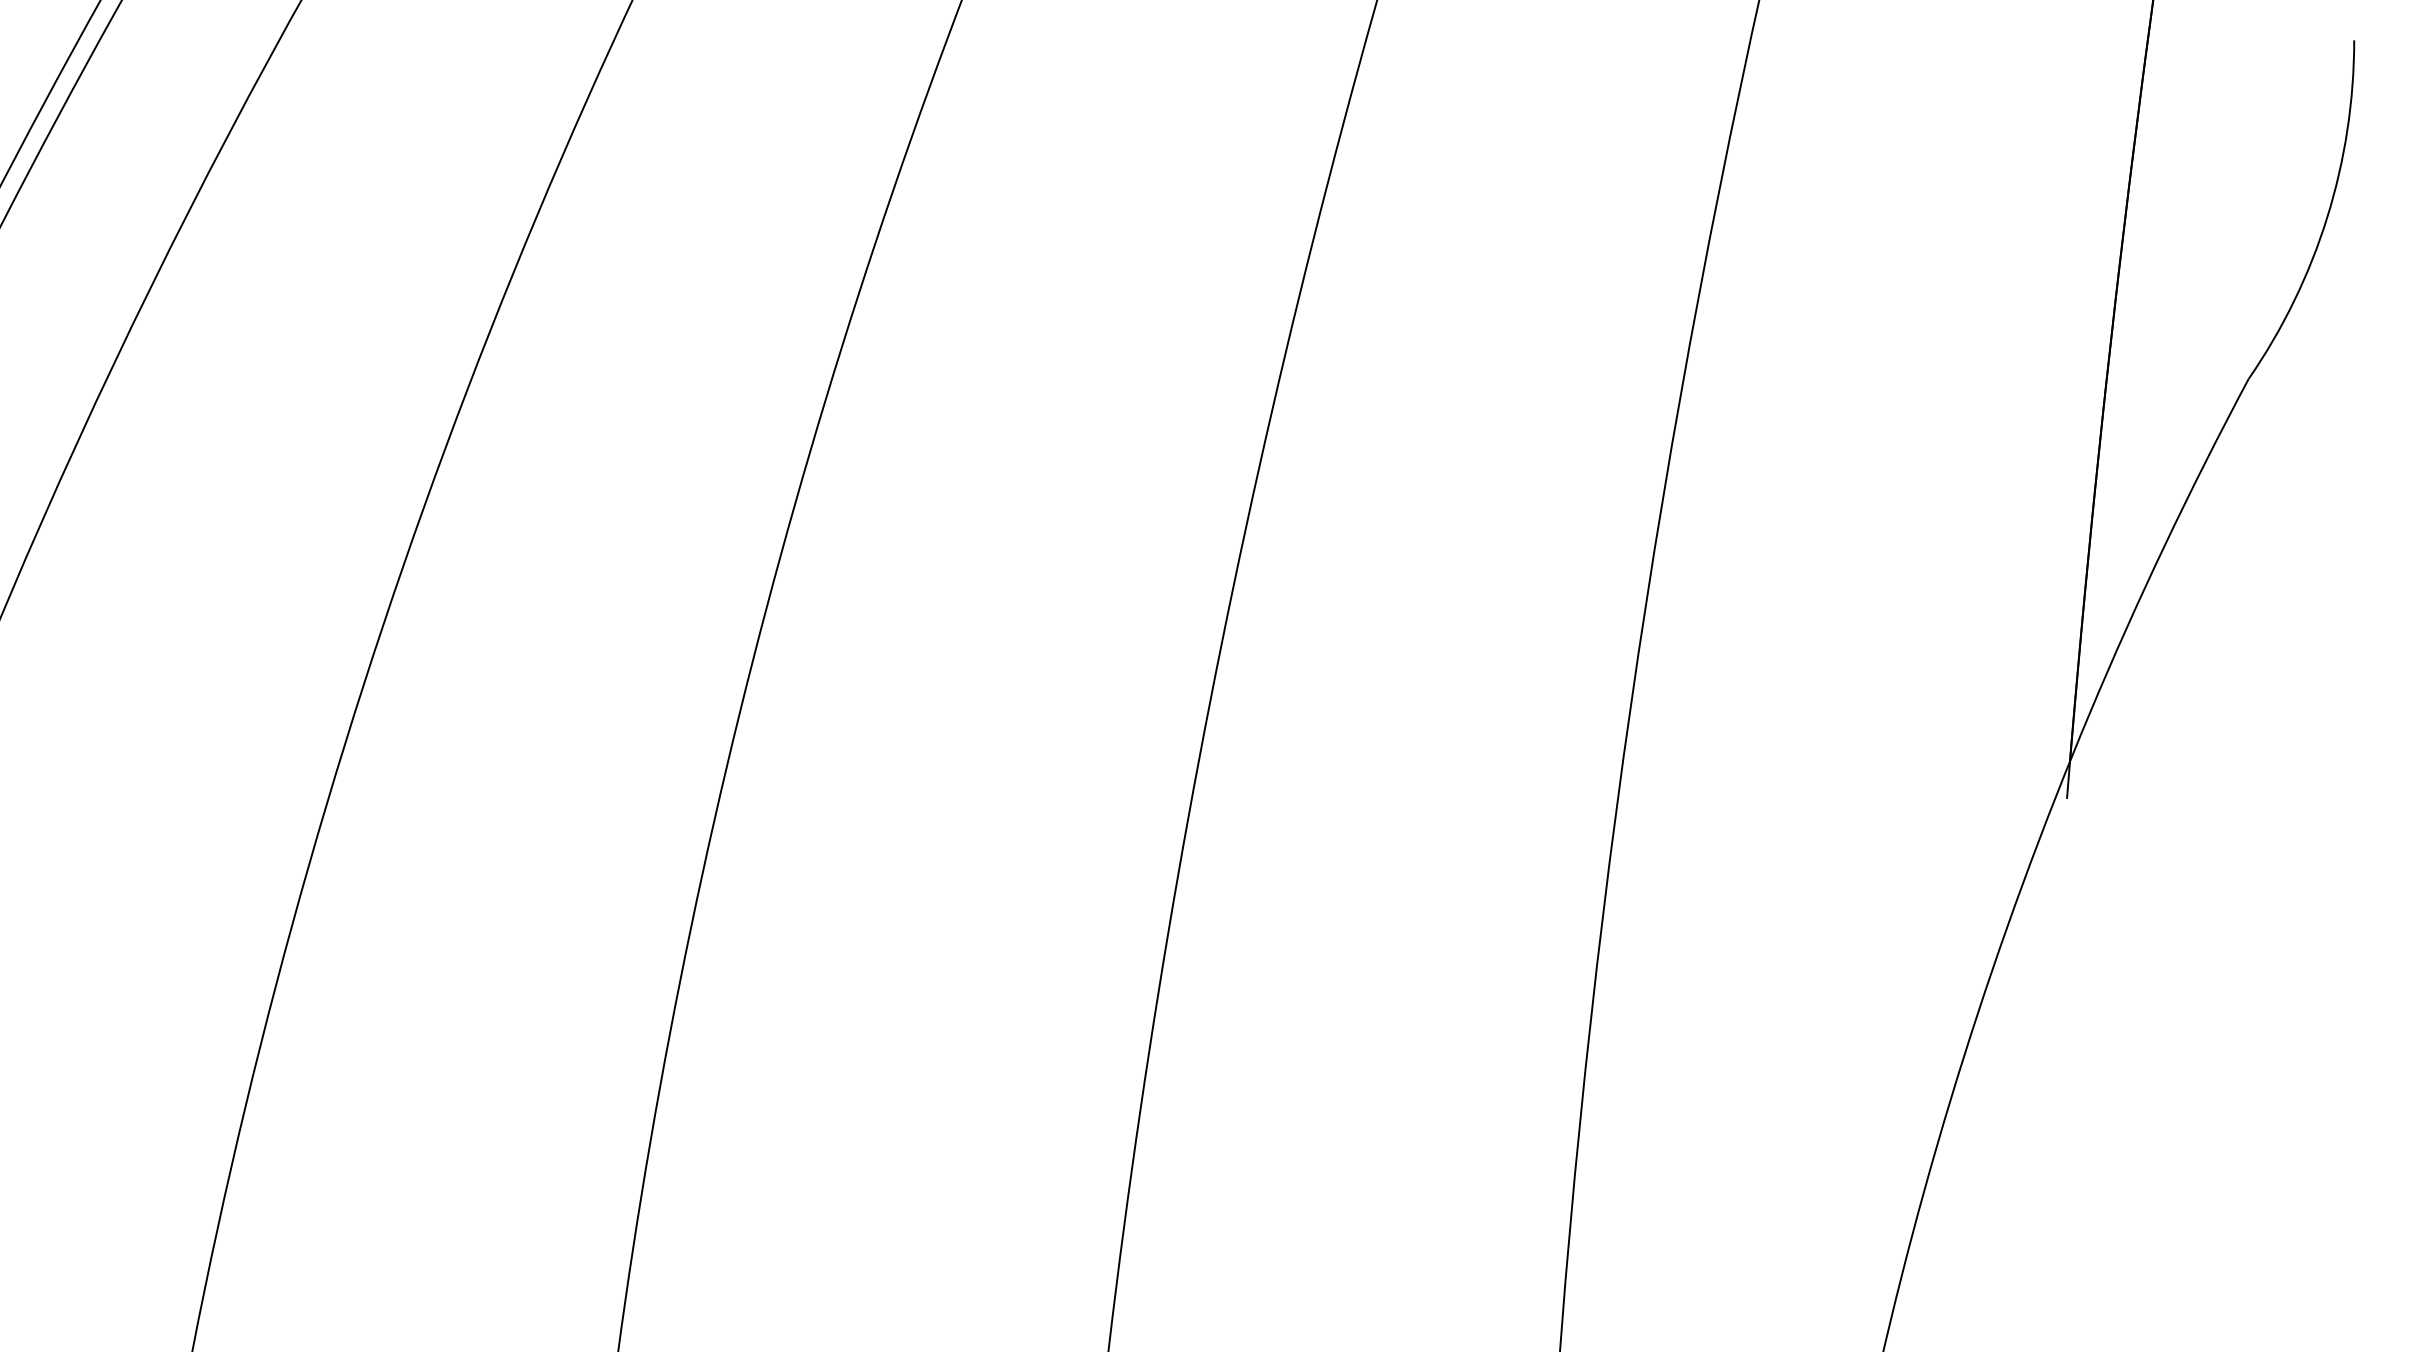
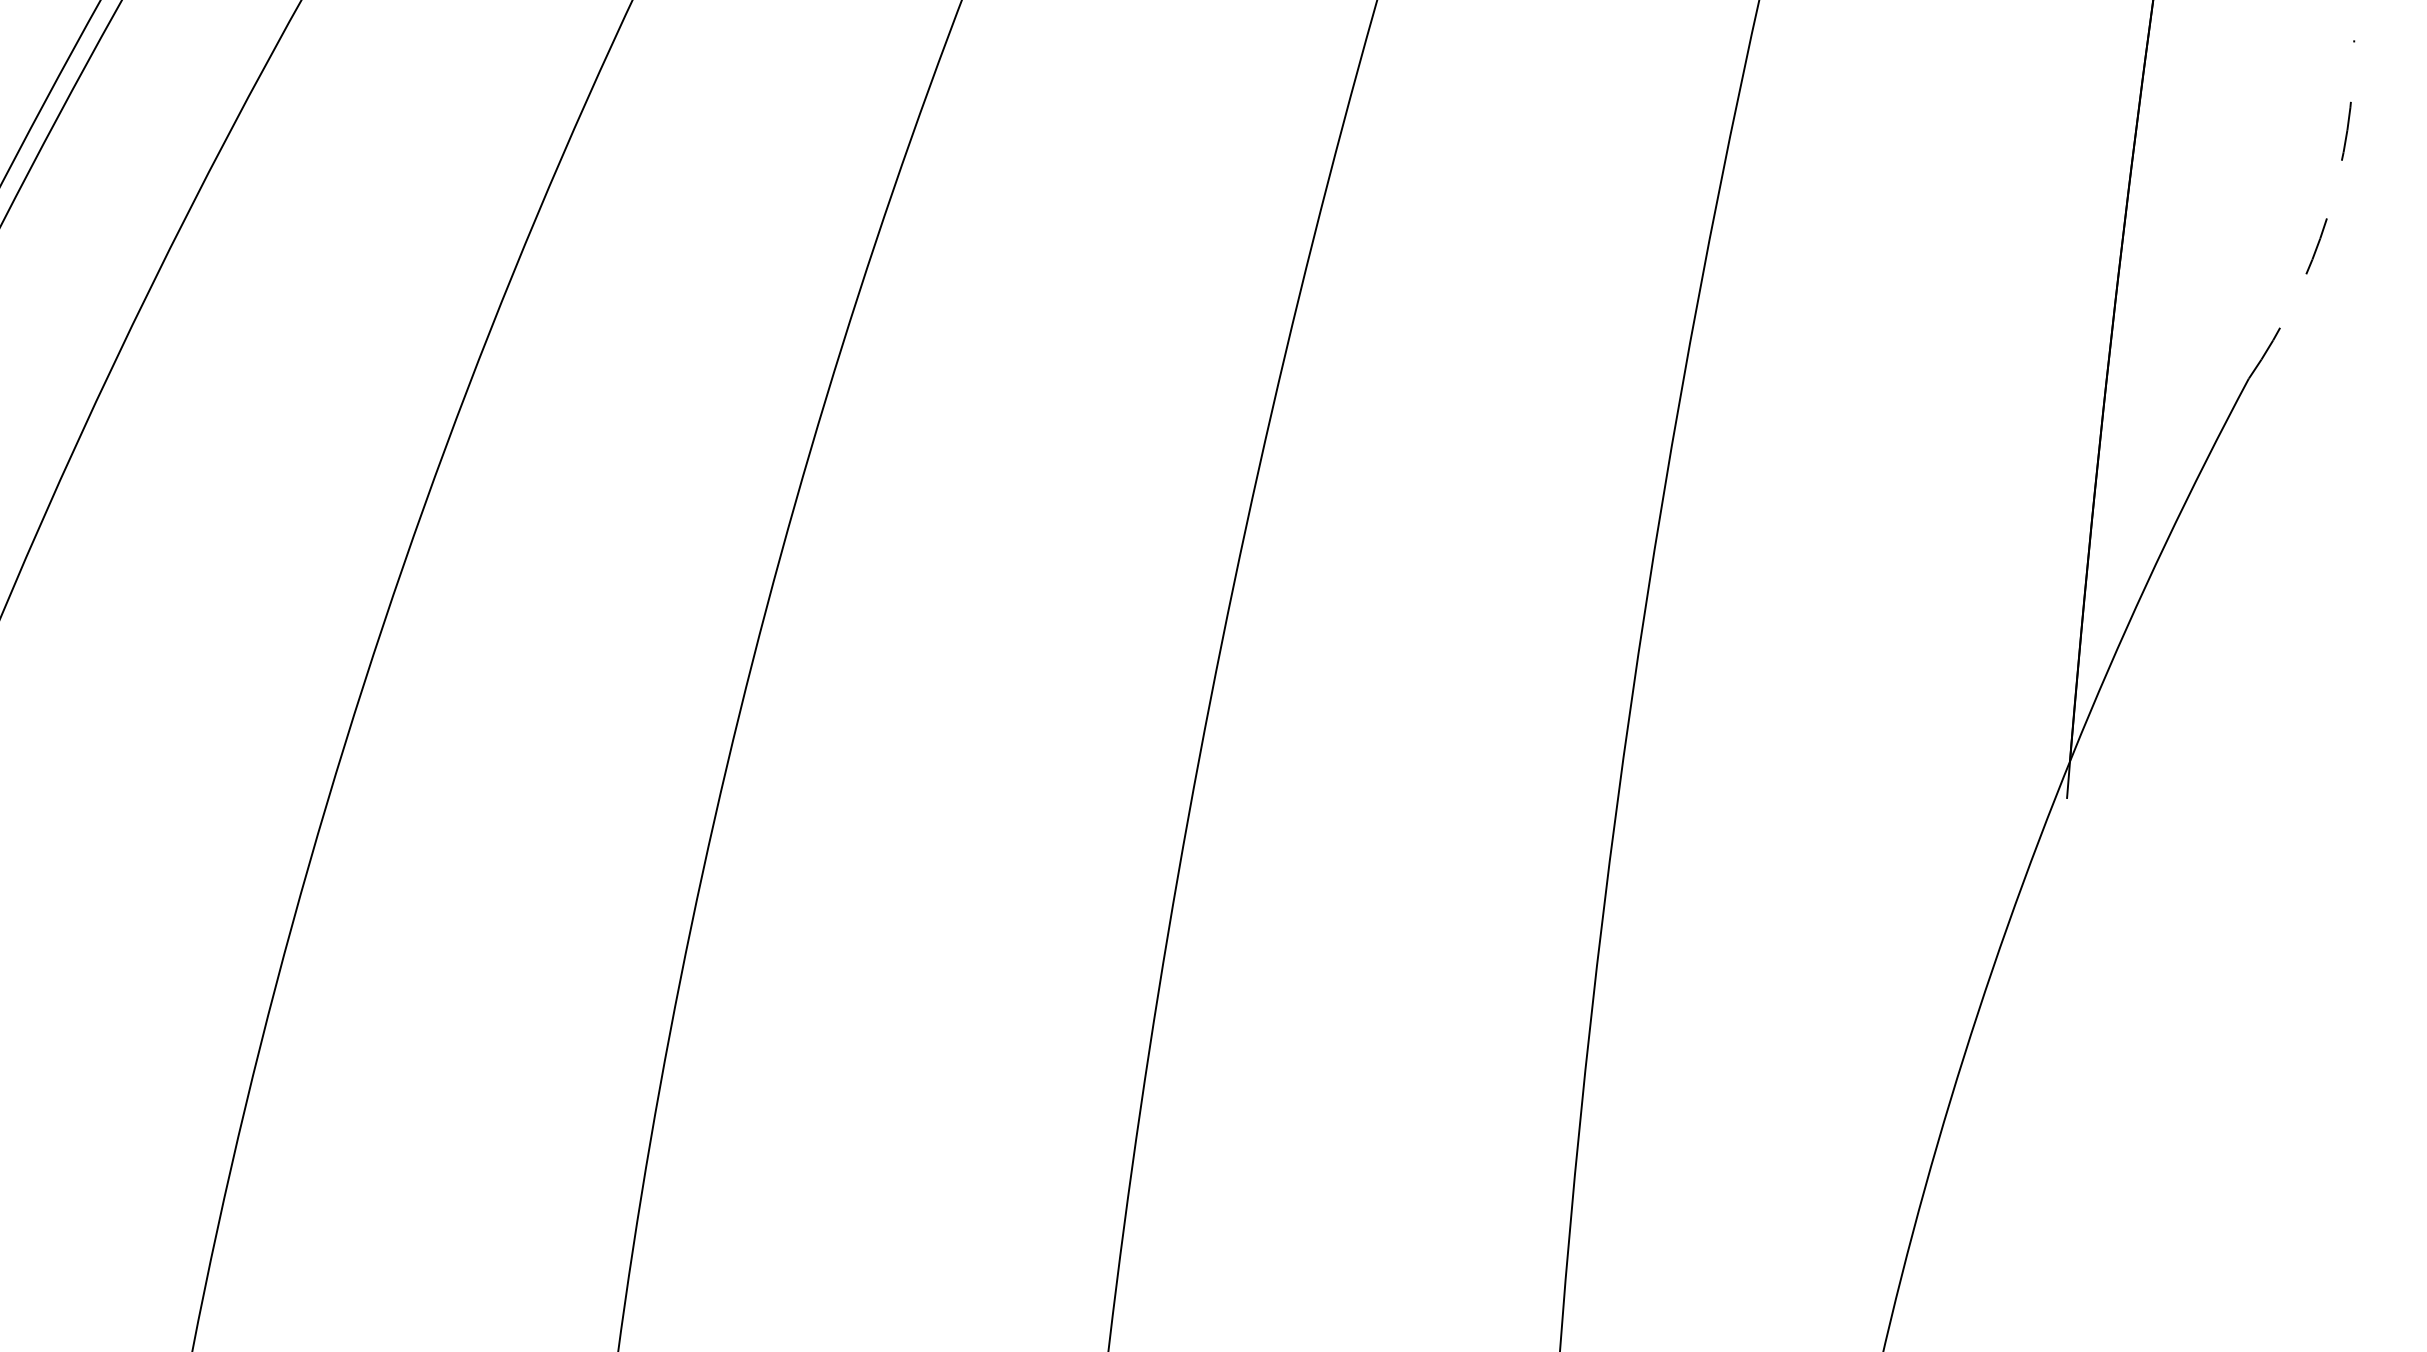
arc at (2327, 217): solid -> dashed
